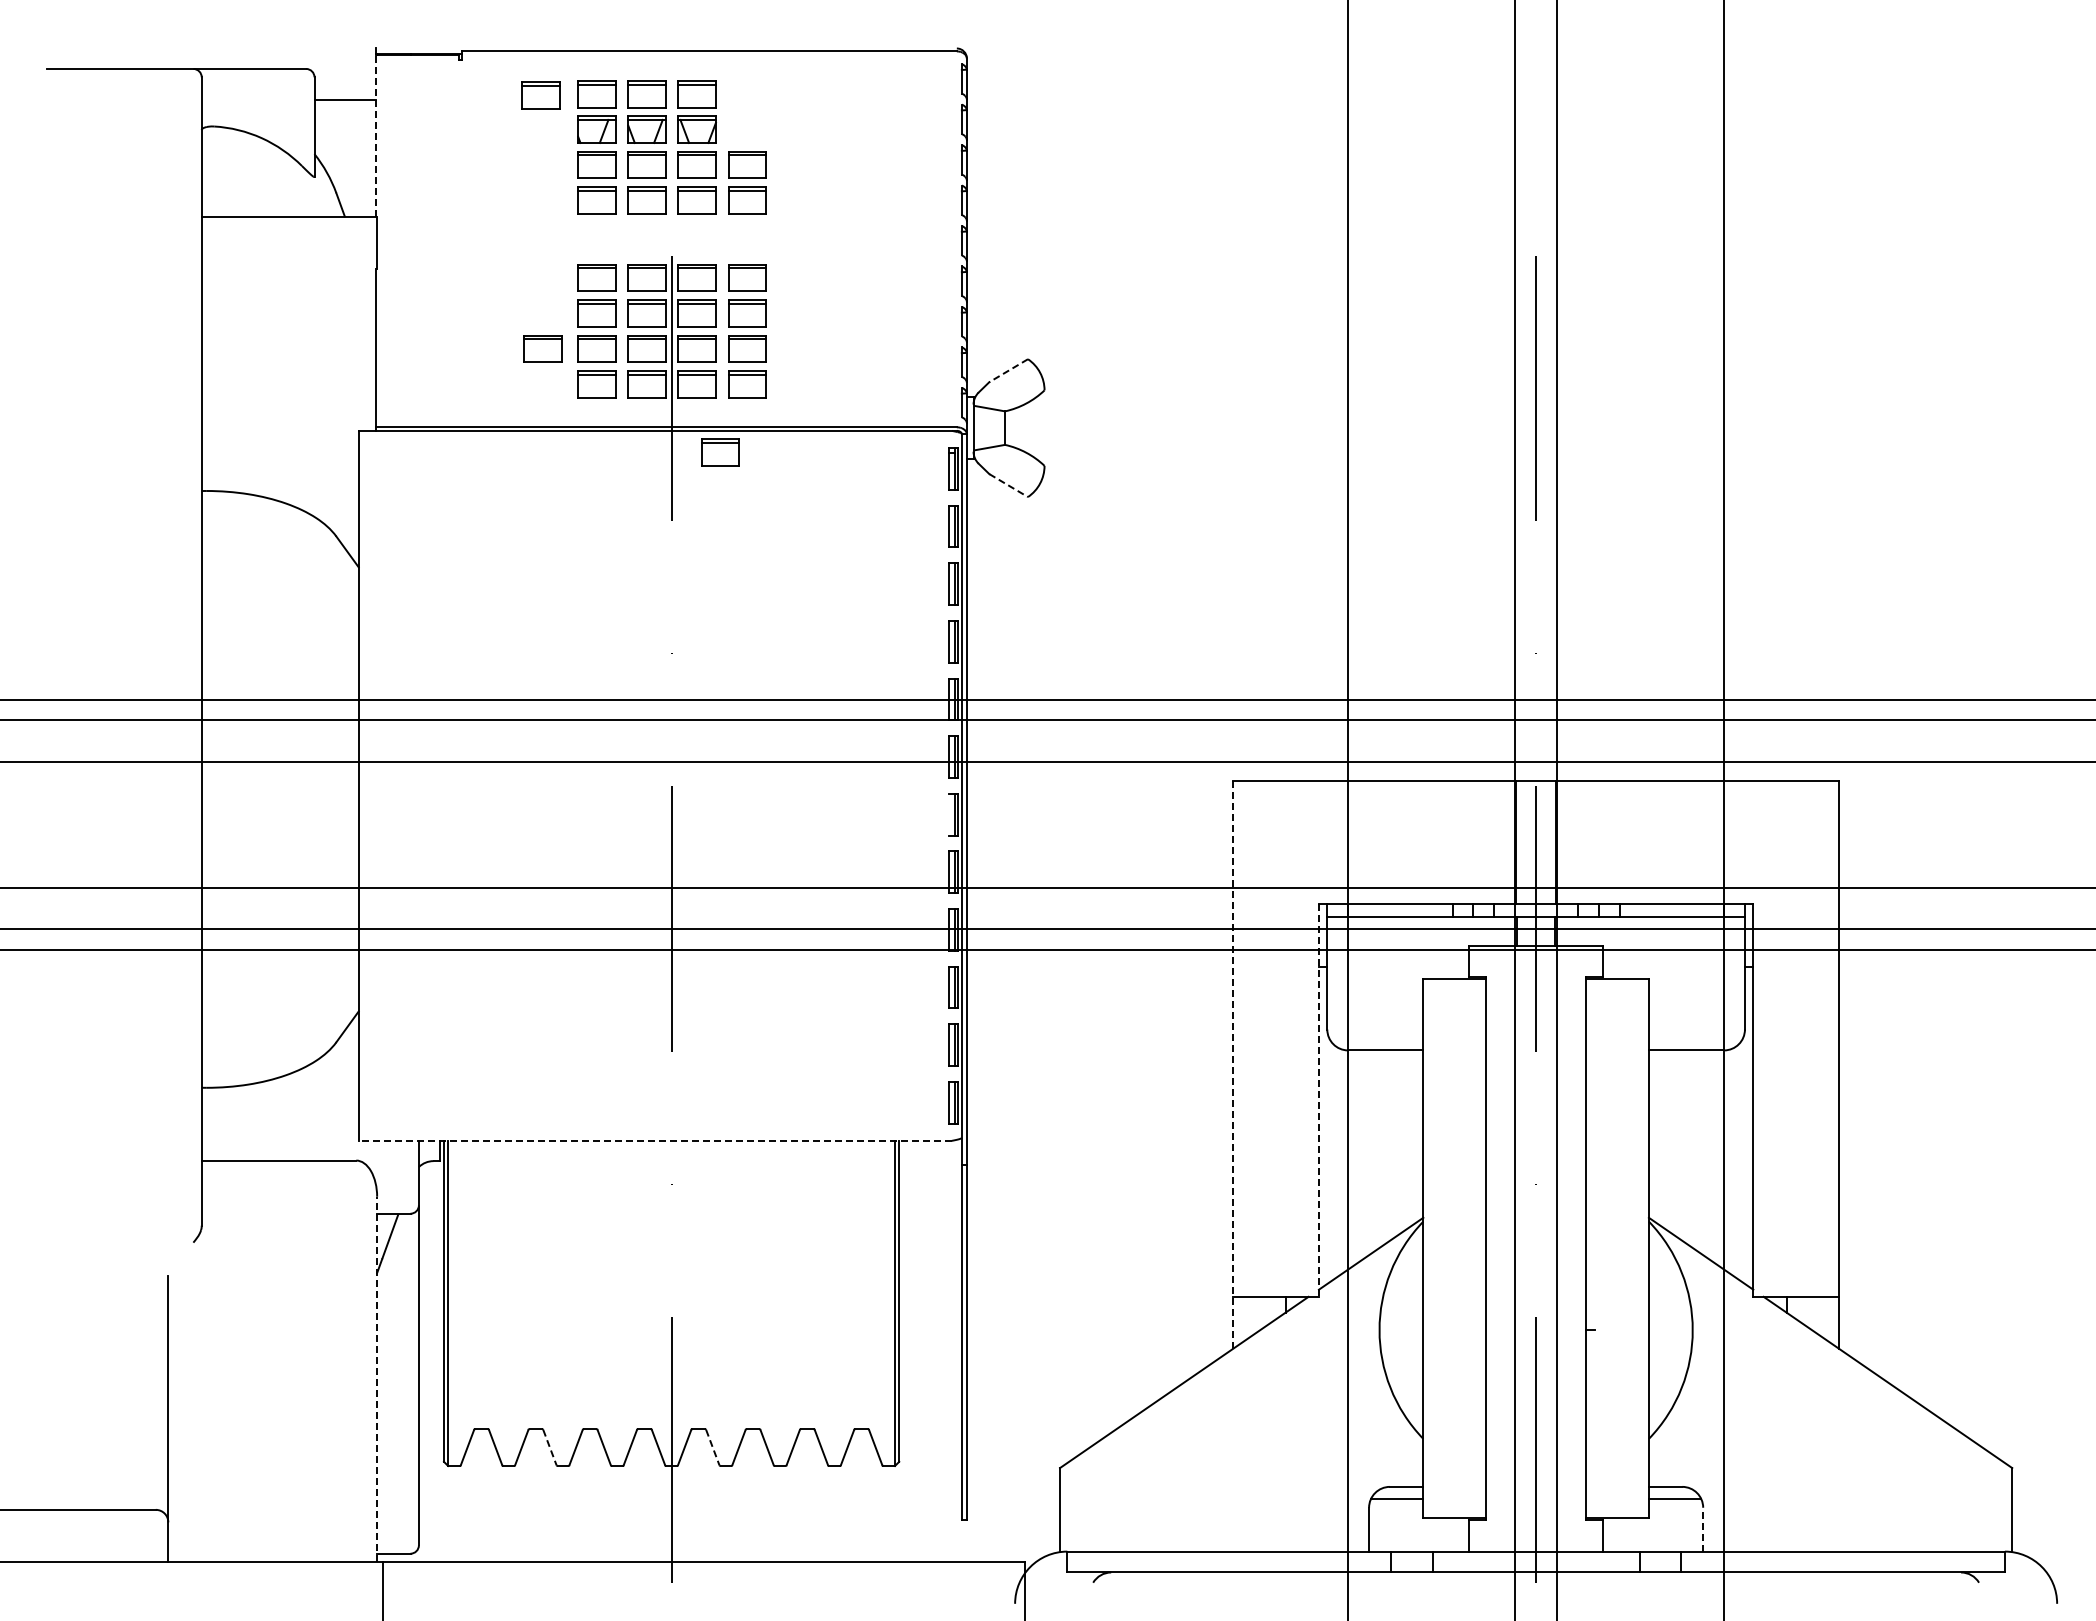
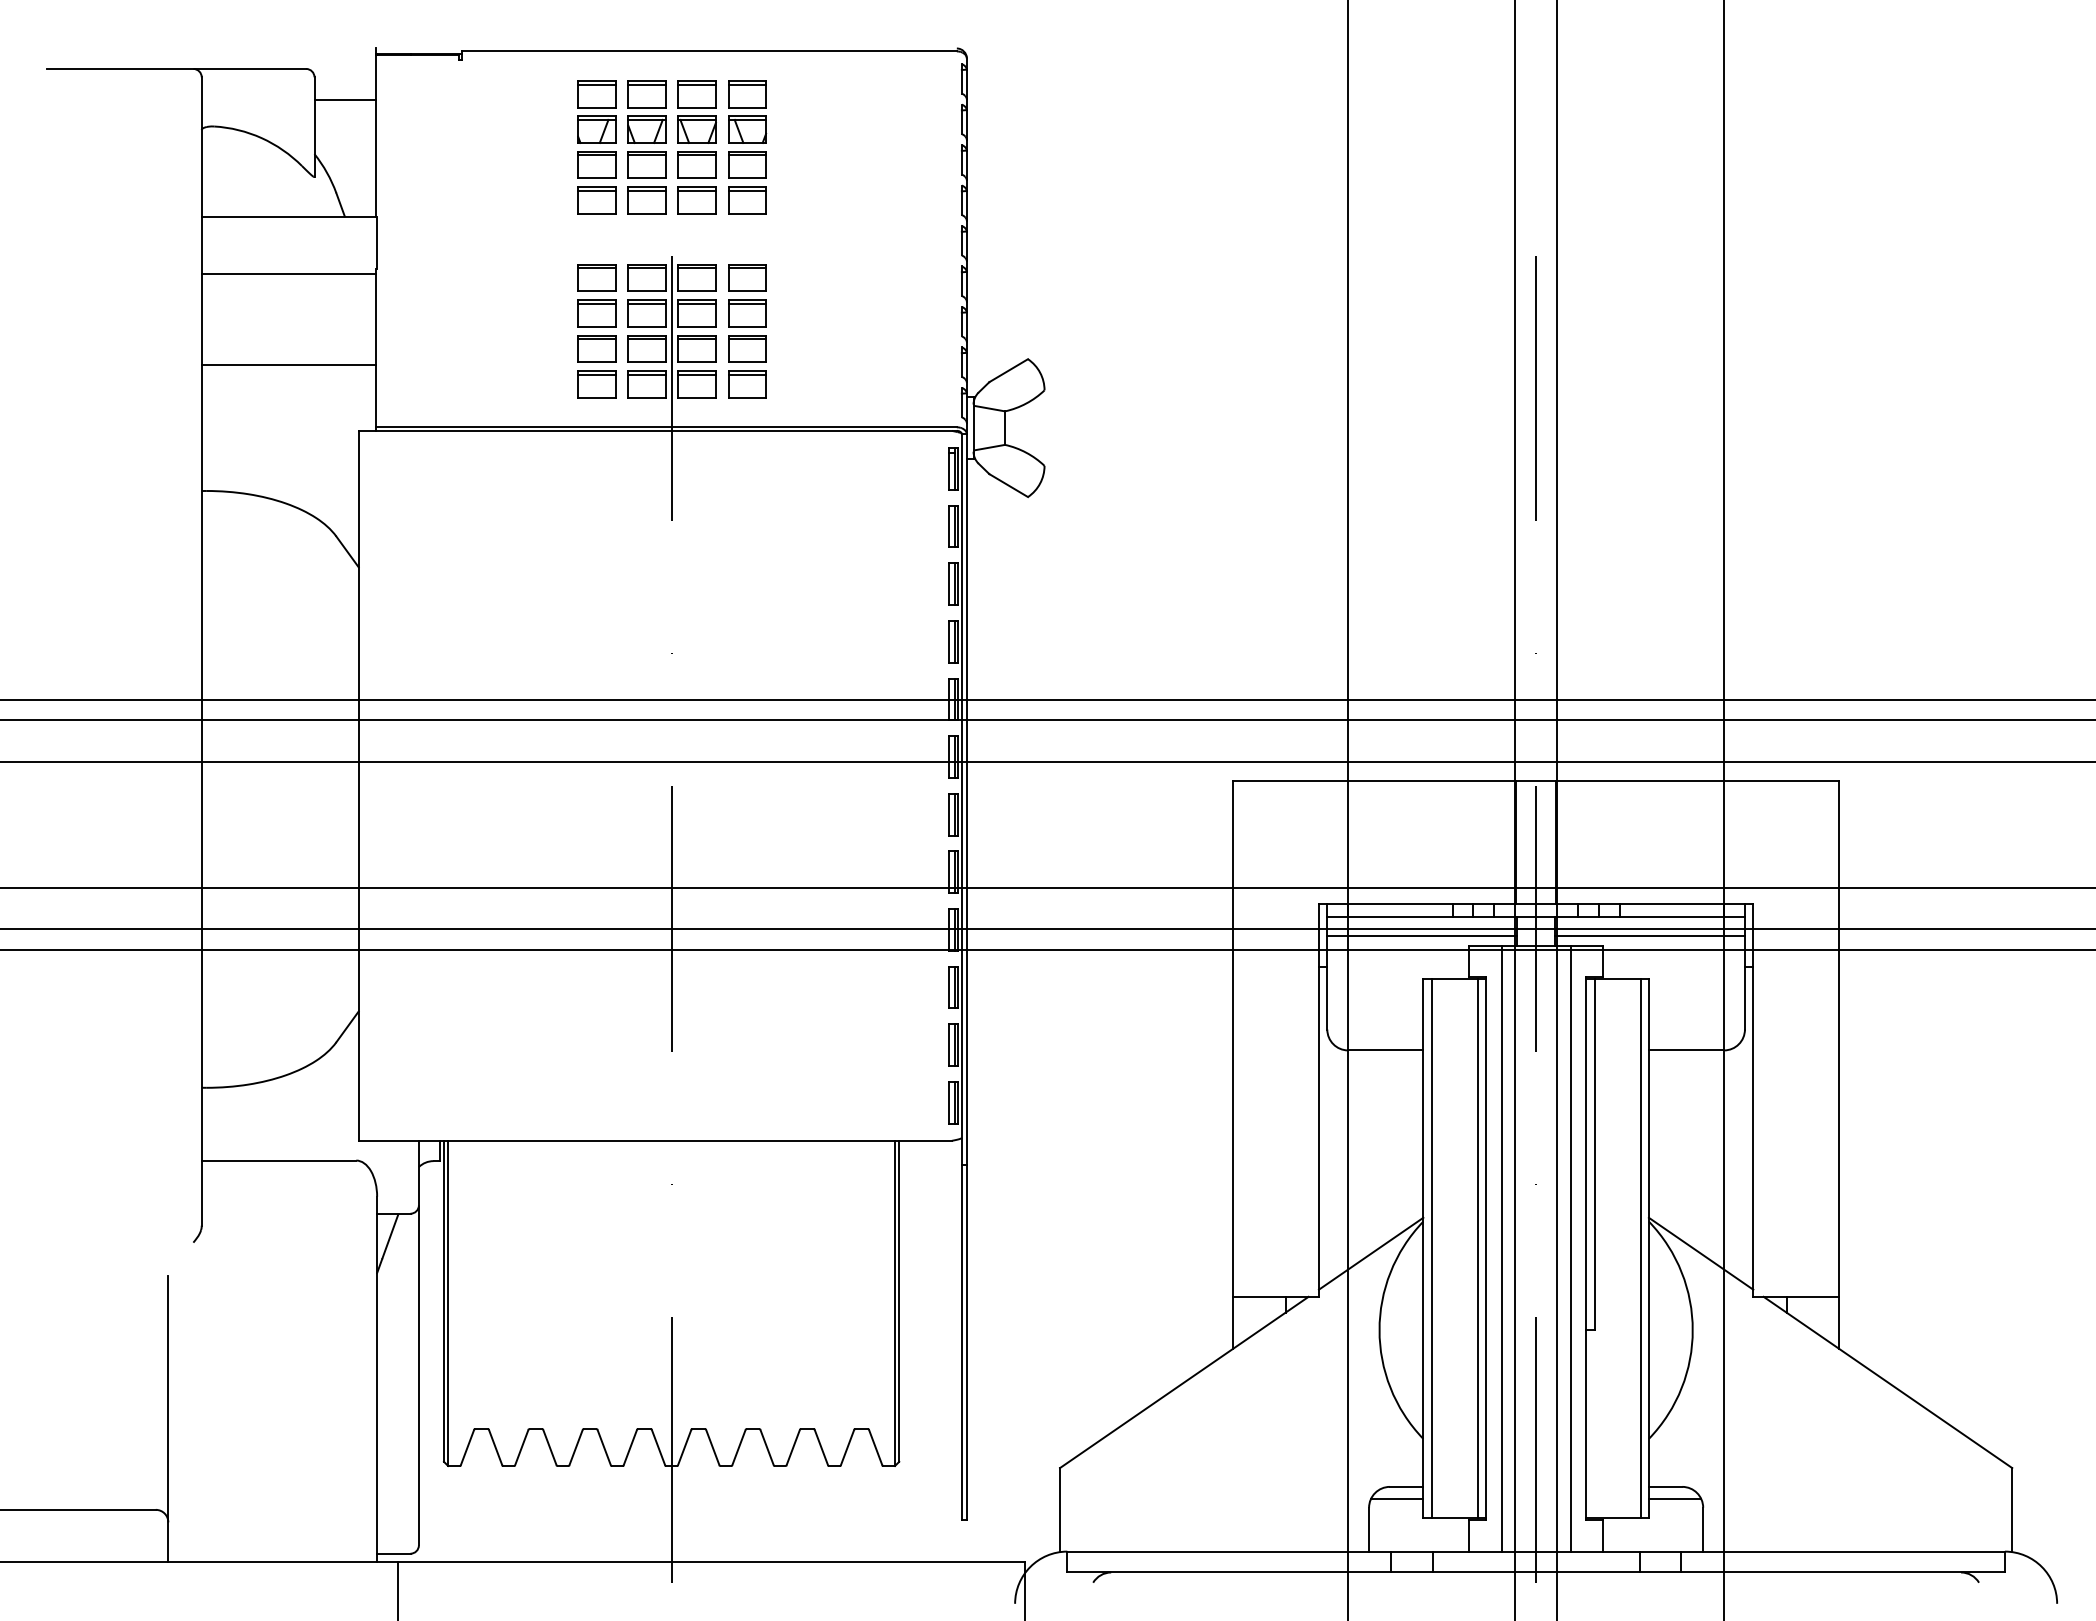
part at (540, 95): present -> none
part at (747, 111): none -> present
line at (375, 135): dashed -> solid
line at (288, 273): none -> present
part at (542, 348): present -> none
line at (288, 365): none -> present
line at (1008, 370): dashed -> solid
part at (720, 452): present -> none
line at (1009, 485): dashed -> solid
line at (948, 814): none -> present
line at (1422, 935): none -> present
line at (1649, 935): none -> present
line at (1233, 1064): dashed -> solid
line at (1318, 1101): dashed -> solid
line at (655, 1140): dashed -> solid
line at (1594, 1154): none -> present
line at (1431, 1248): none -> present
line at (1477, 1248): none -> present
line at (1501, 1248): none -> present
line at (1570, 1248): none -> present
line at (1640, 1248): none -> present
line at (377, 1379): dashed -> solid
line at (549, 1447): dashed -> solid
line at (712, 1447): dashed -> solid
line at (1703, 1529): dashed -> solid
line at (383, 1589) position: (383, 1589) -> (398, 1589)
